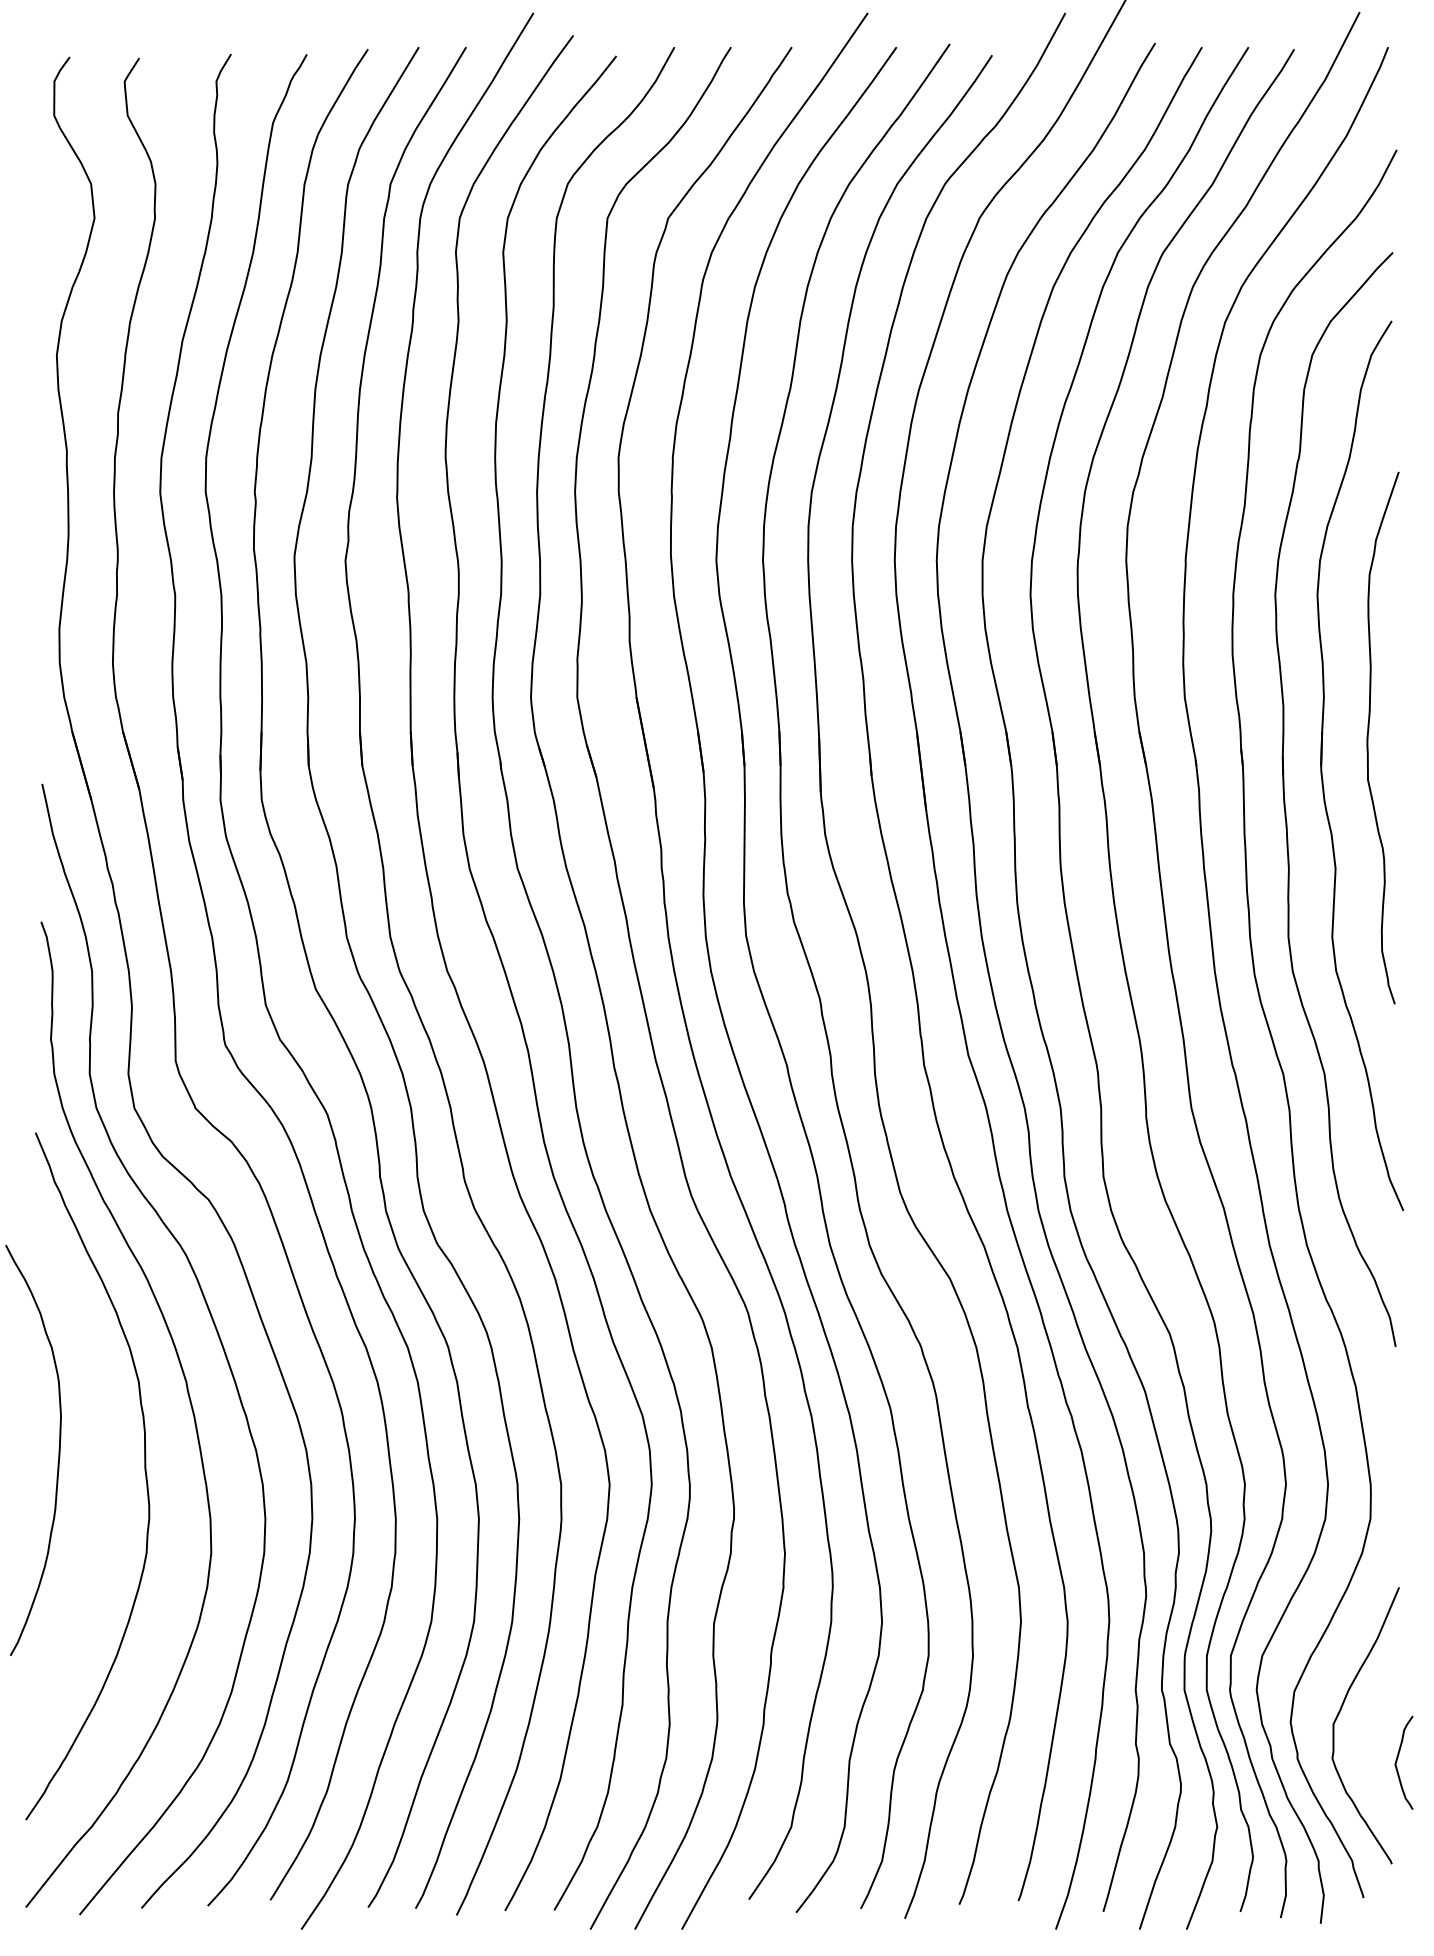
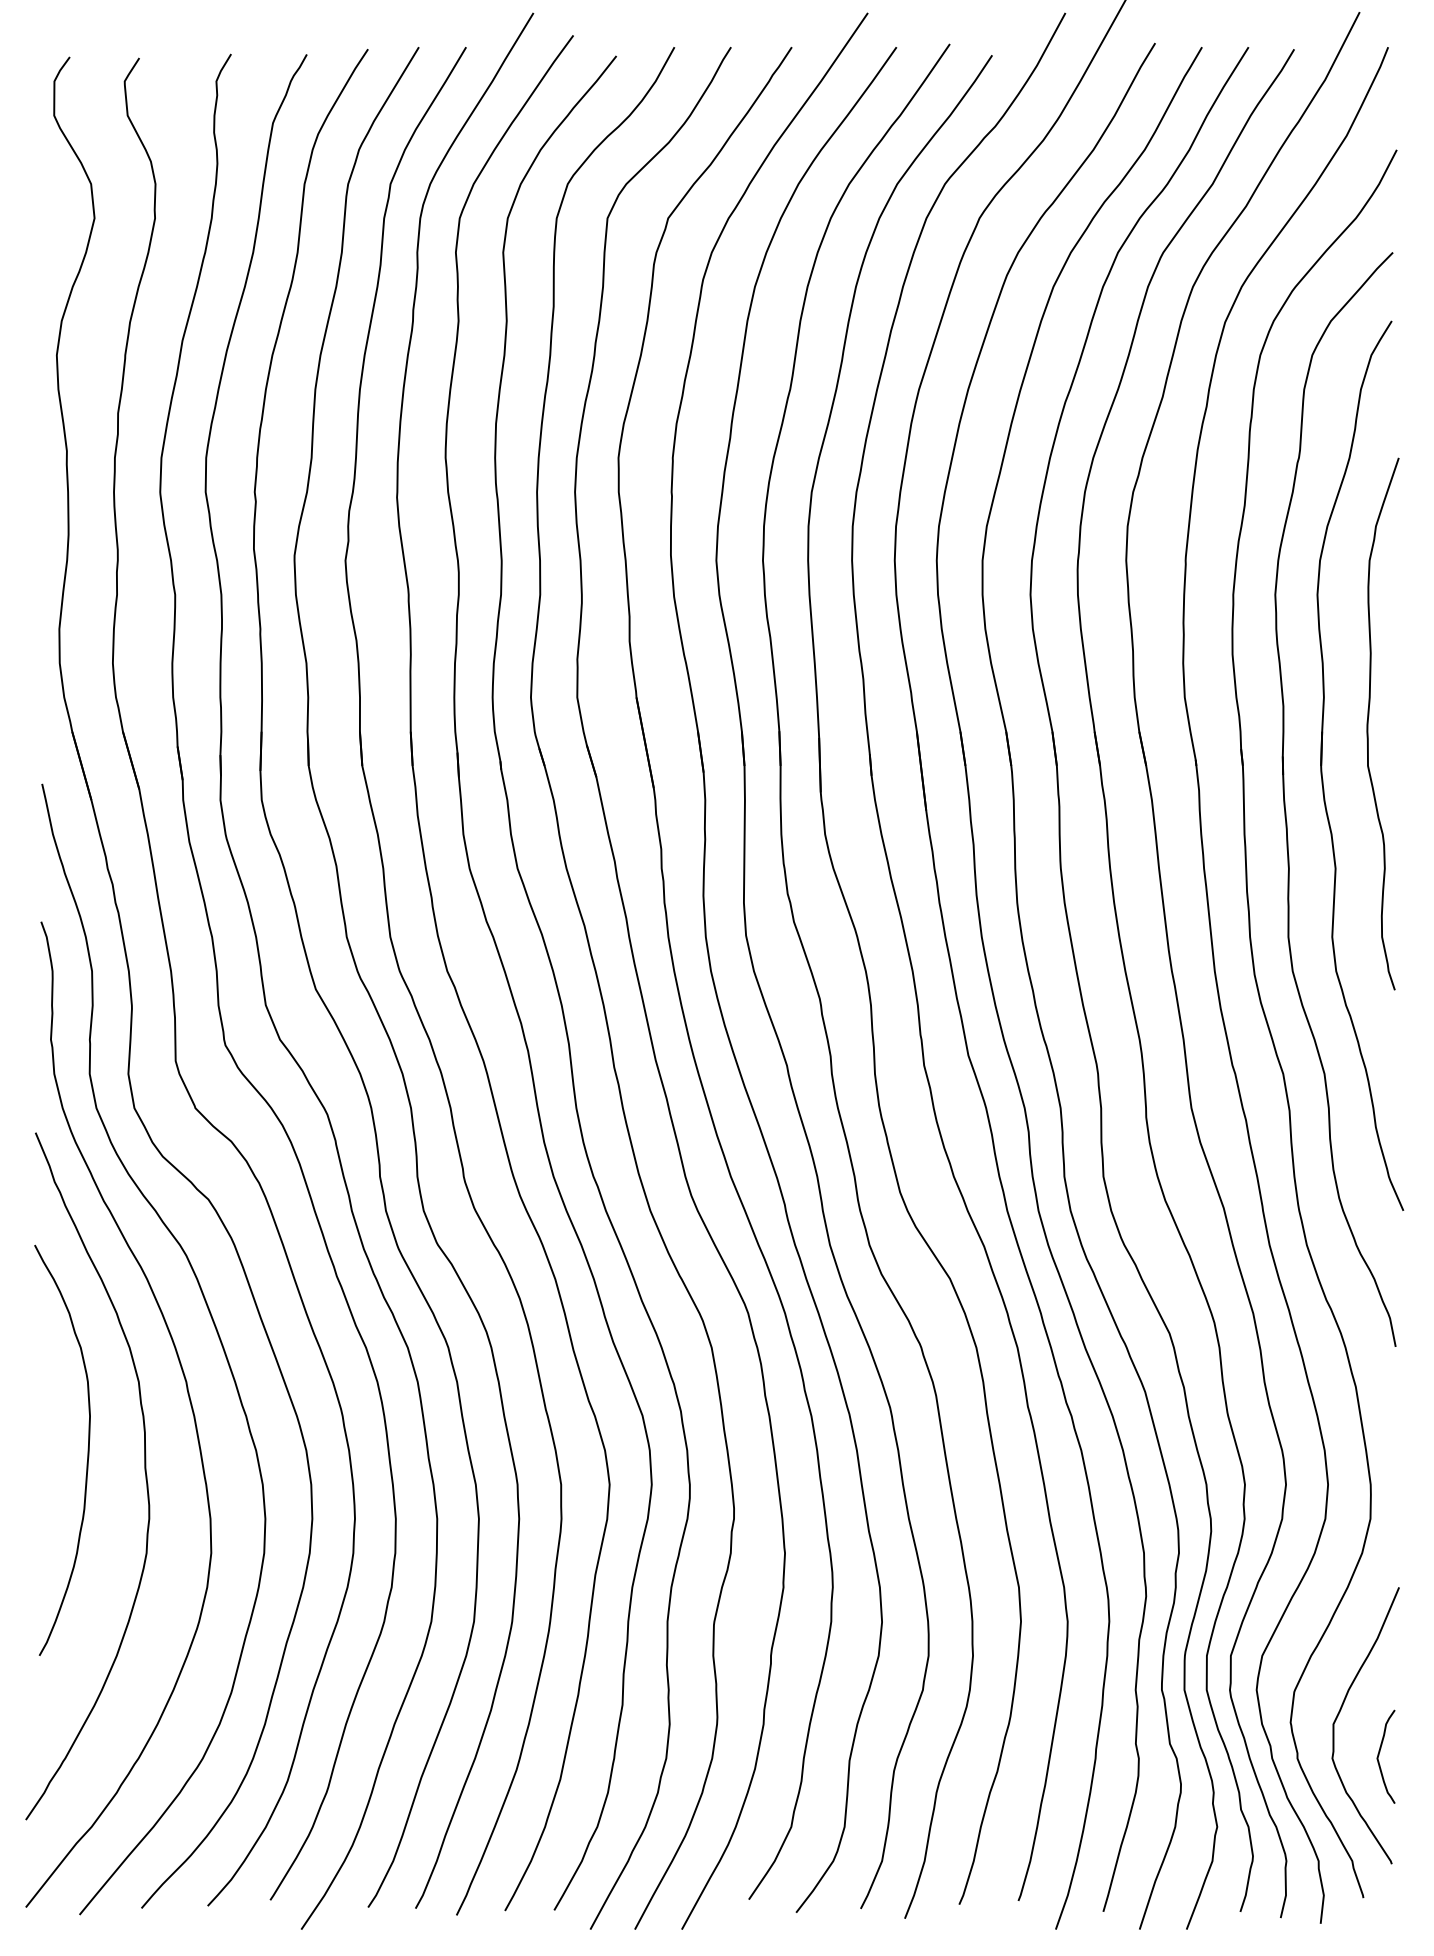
curve at (1368, 737) position: (1368, 737) -> (1368, 723)
curve at (58, 1449) position: (58, 1449) -> (87, 1449)
curve at (1397, 1761) position: (1397, 1761) -> (1379, 1755)
